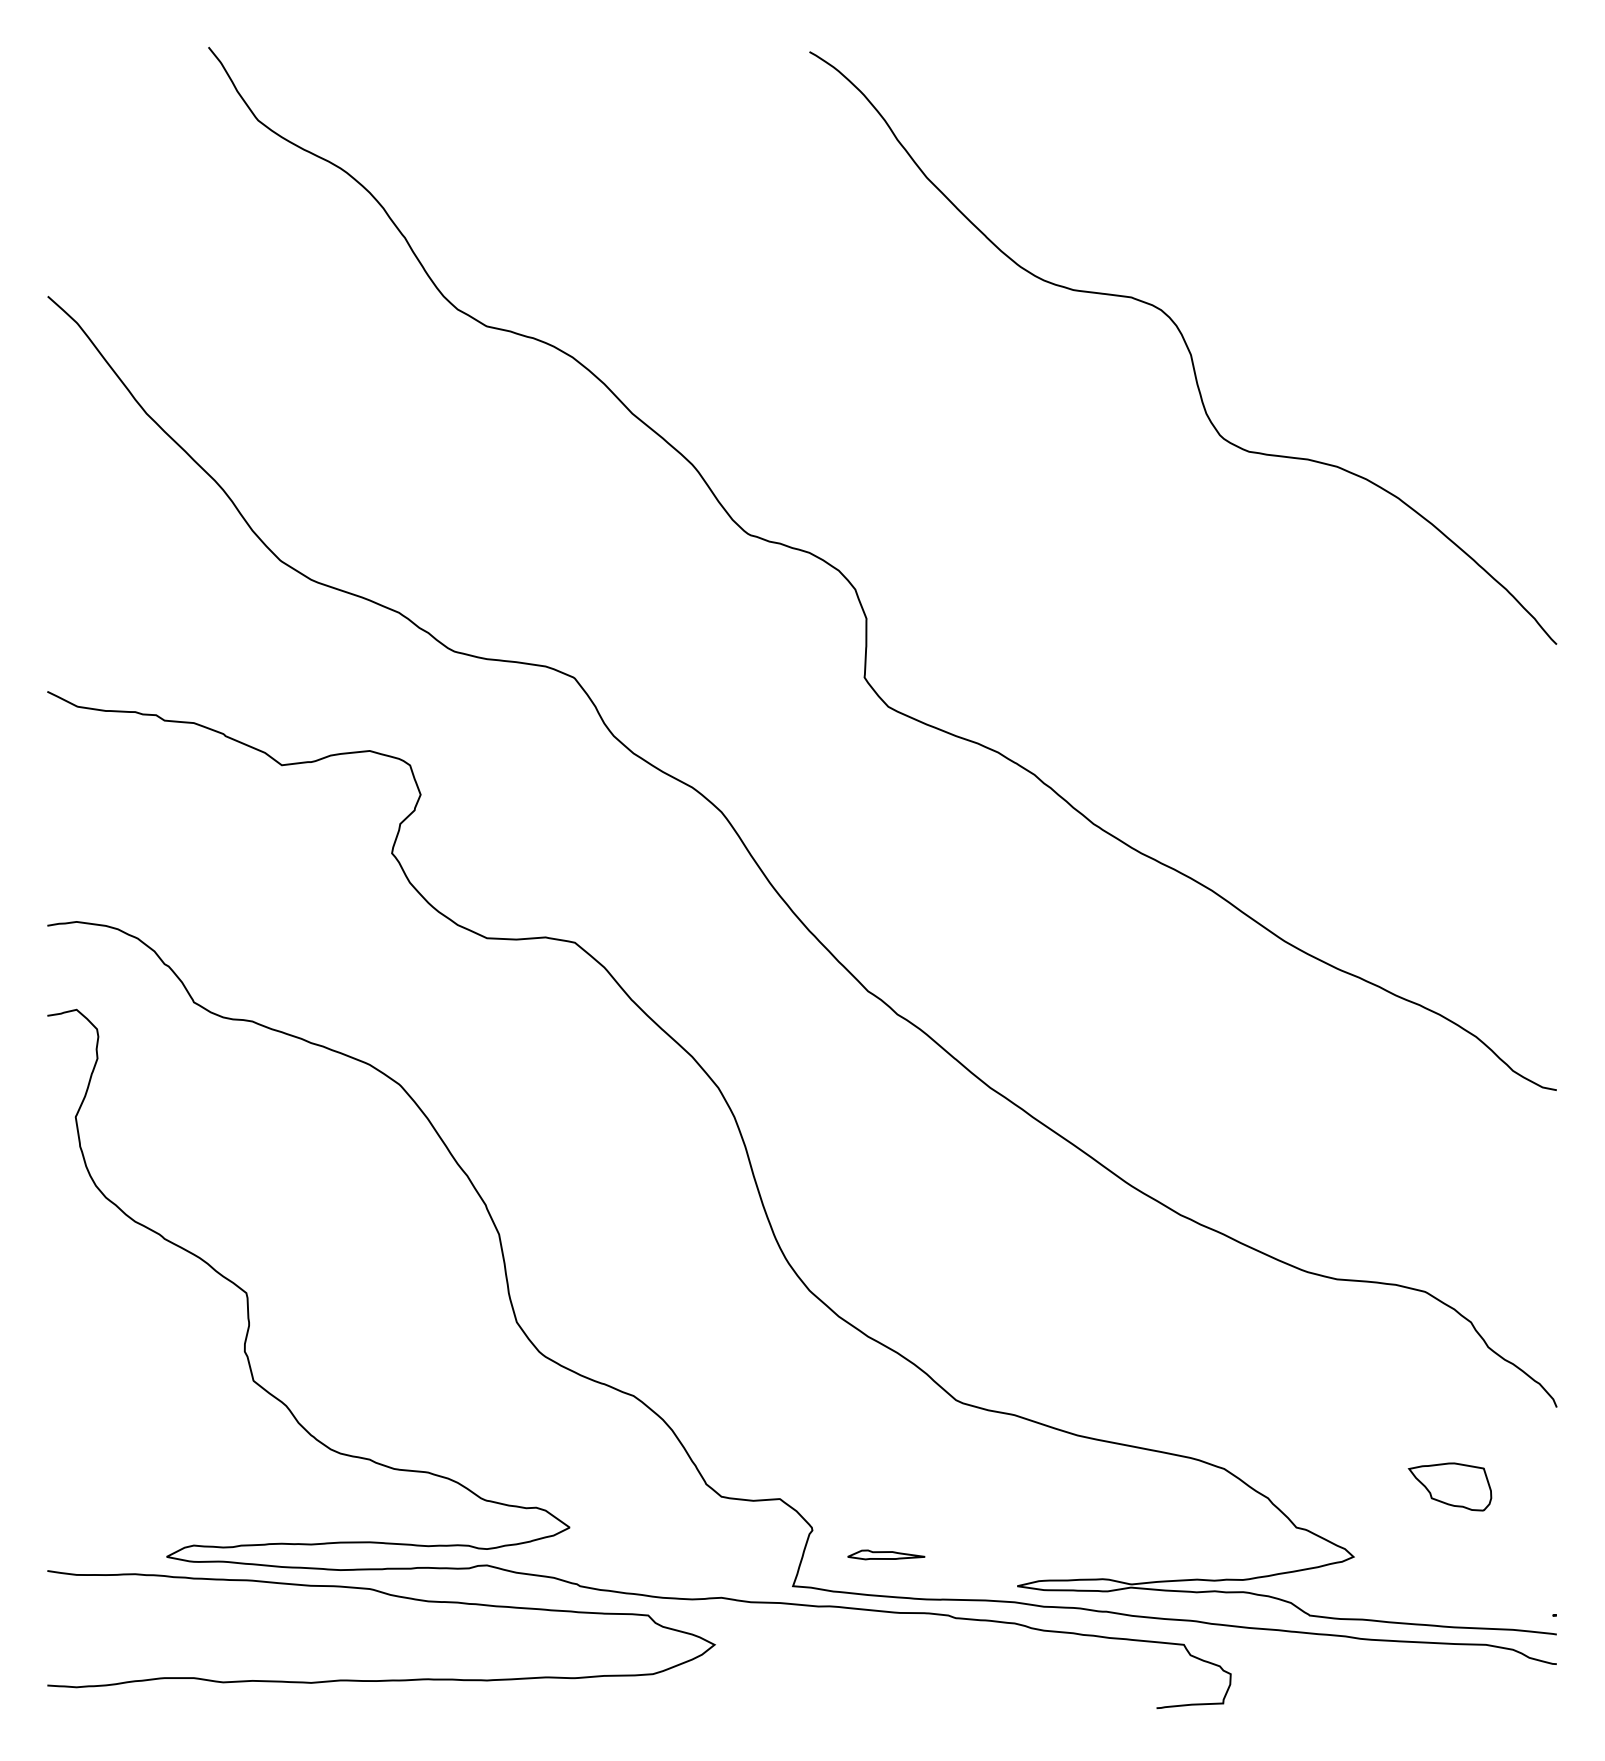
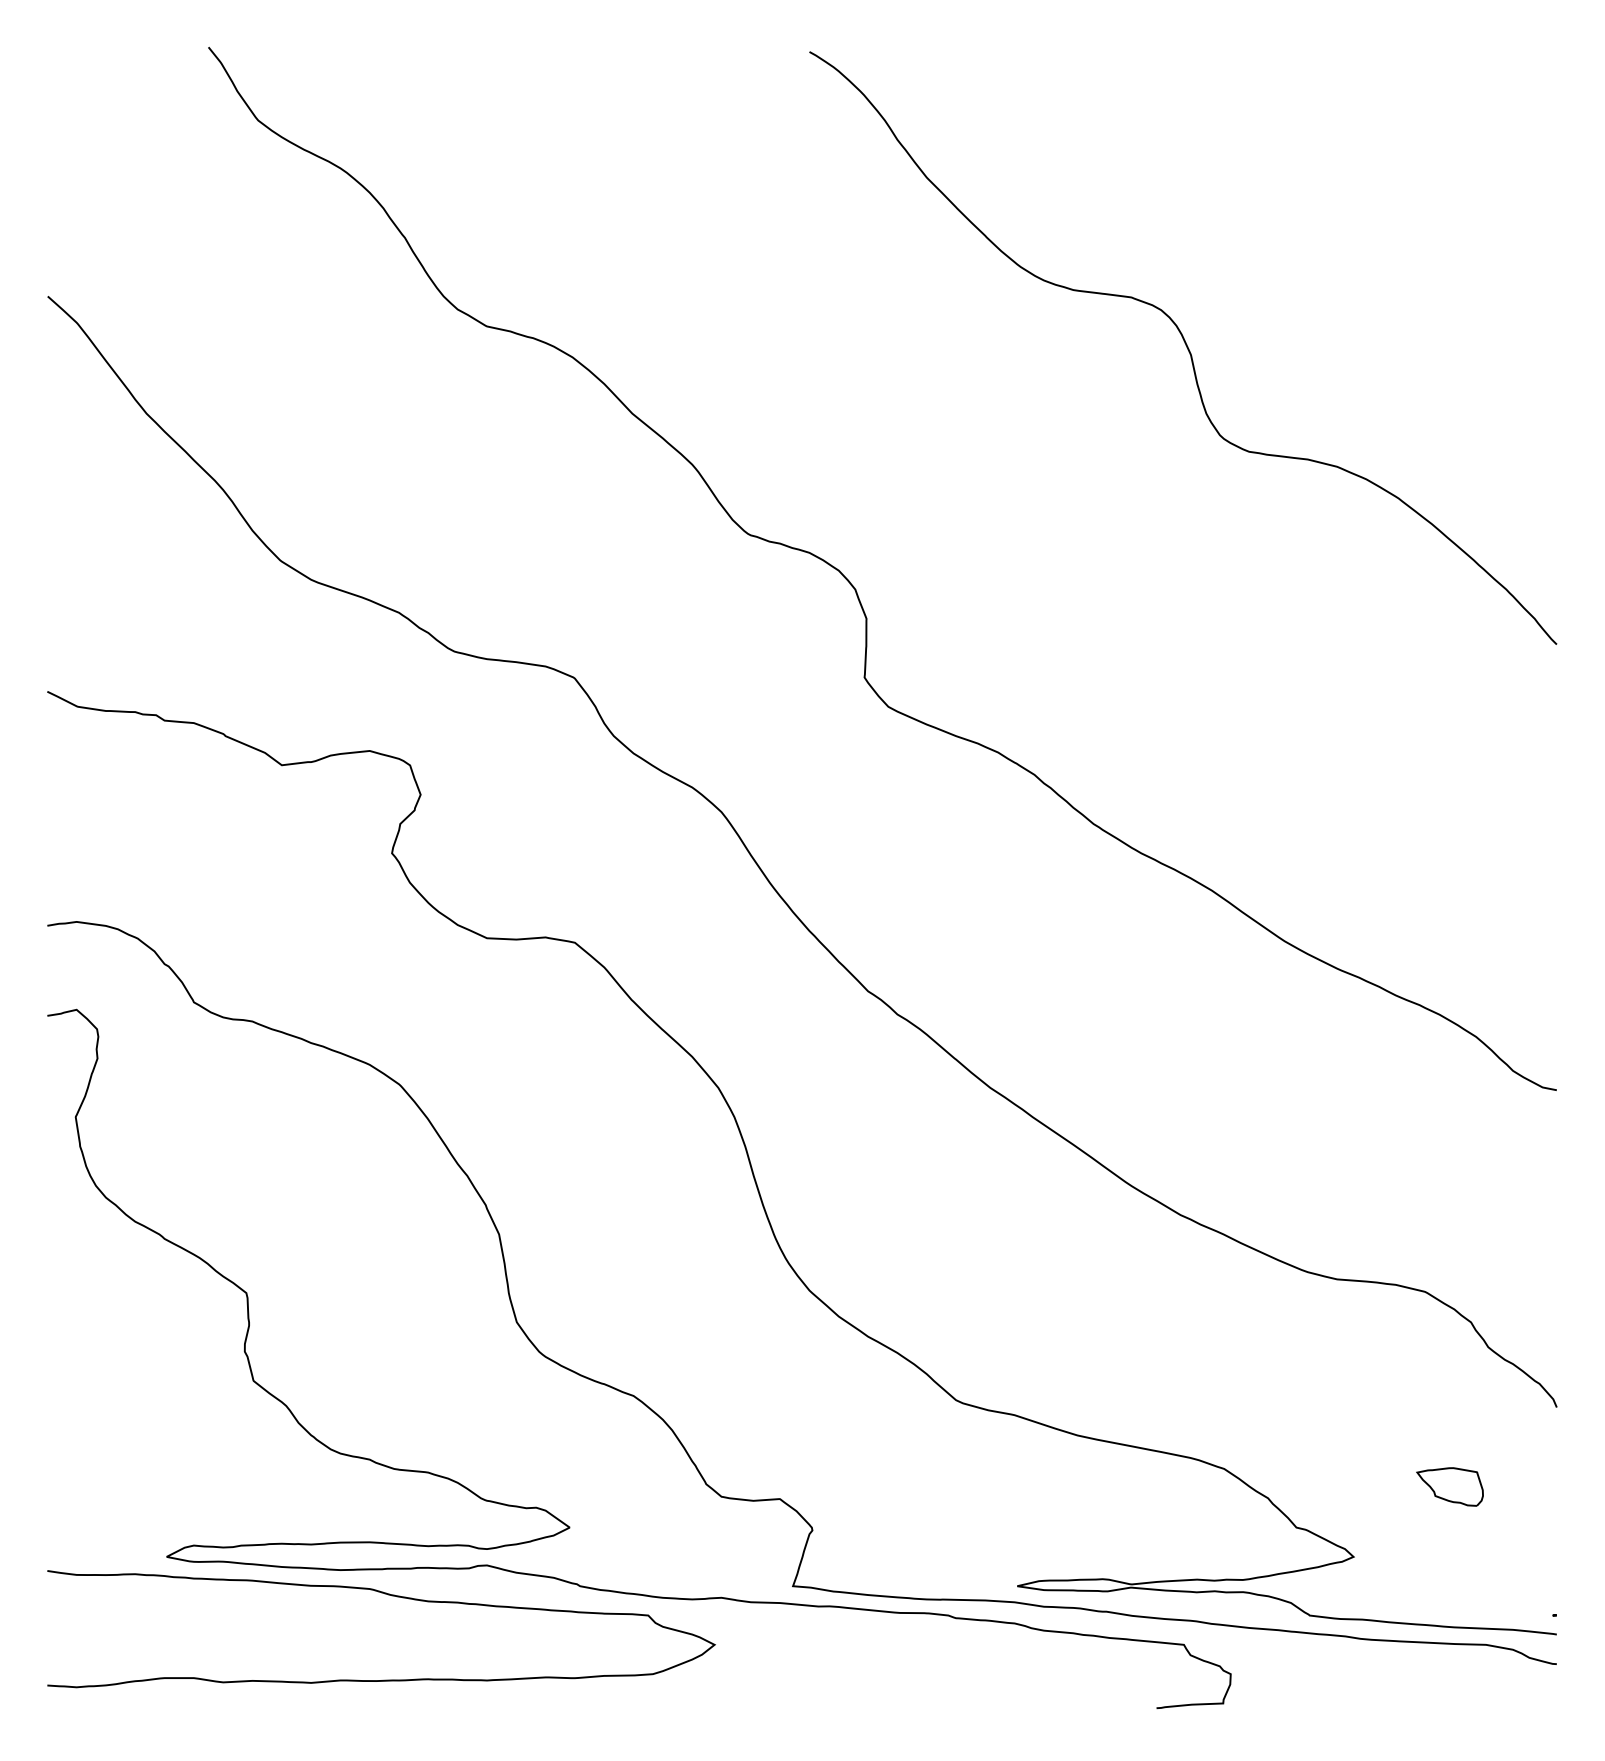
part at (1449, 1486) size: 86x50 px -> 68x40 px
part at (886, 1554): present -> none
